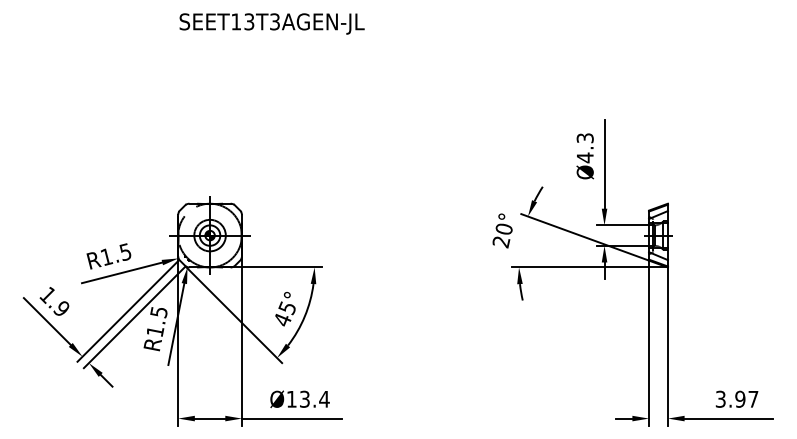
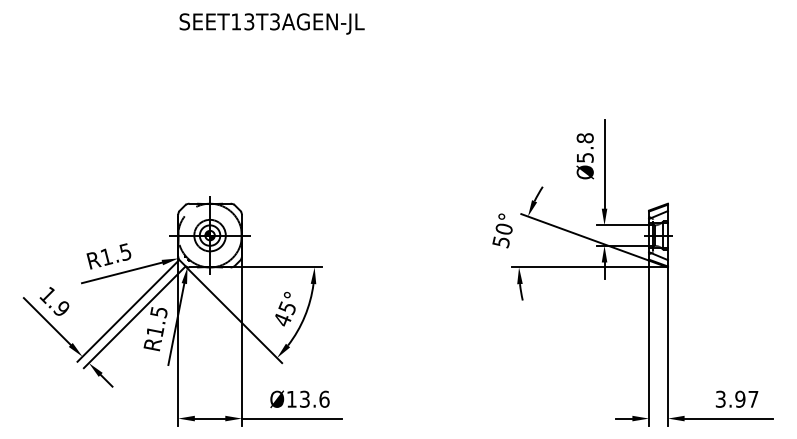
text at (584, 148): Ø4.3 -> Ø5.8
text at (501, 242): 20° -> 50°
text at (324, 398): Ø13.4 -> Ø13.6
